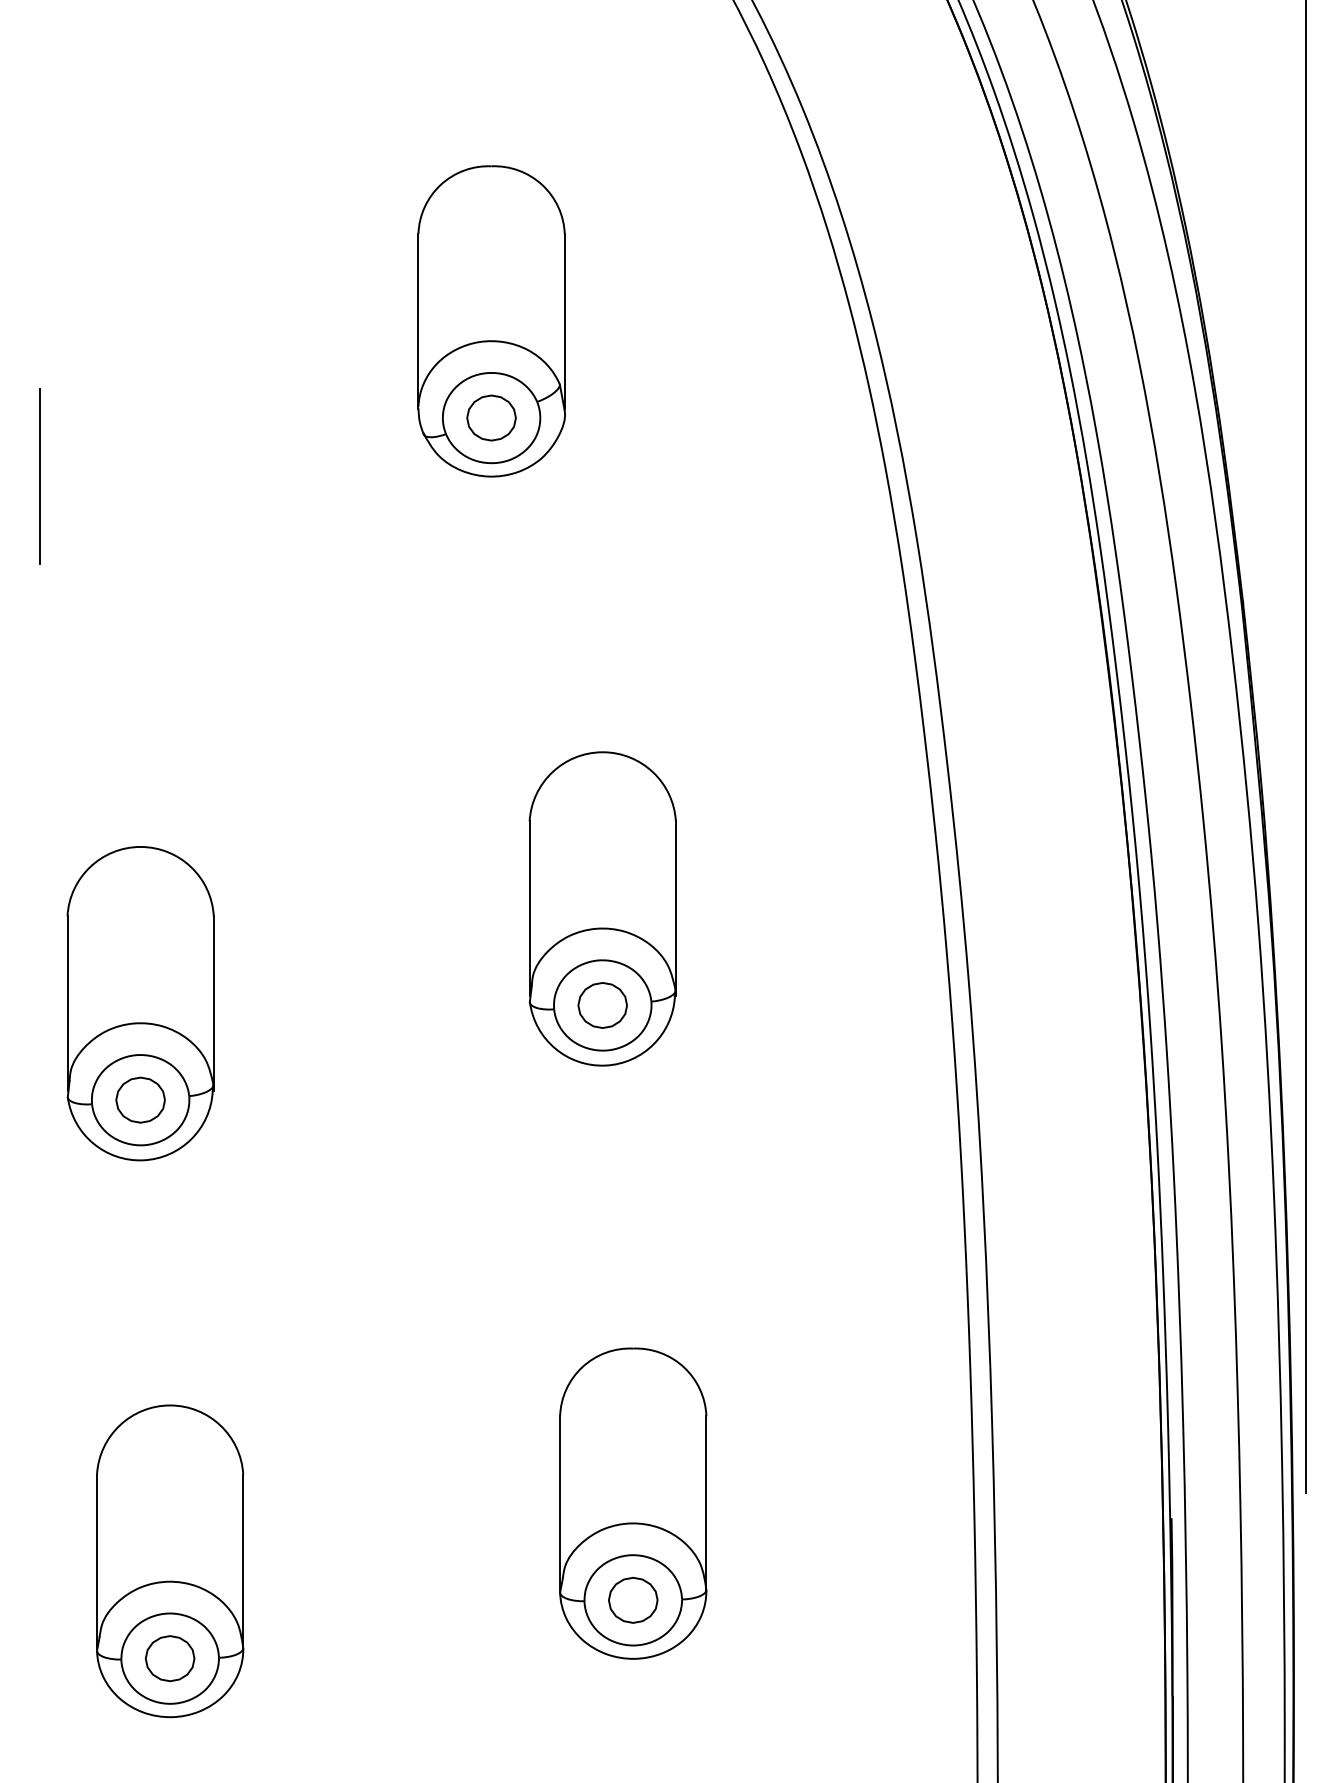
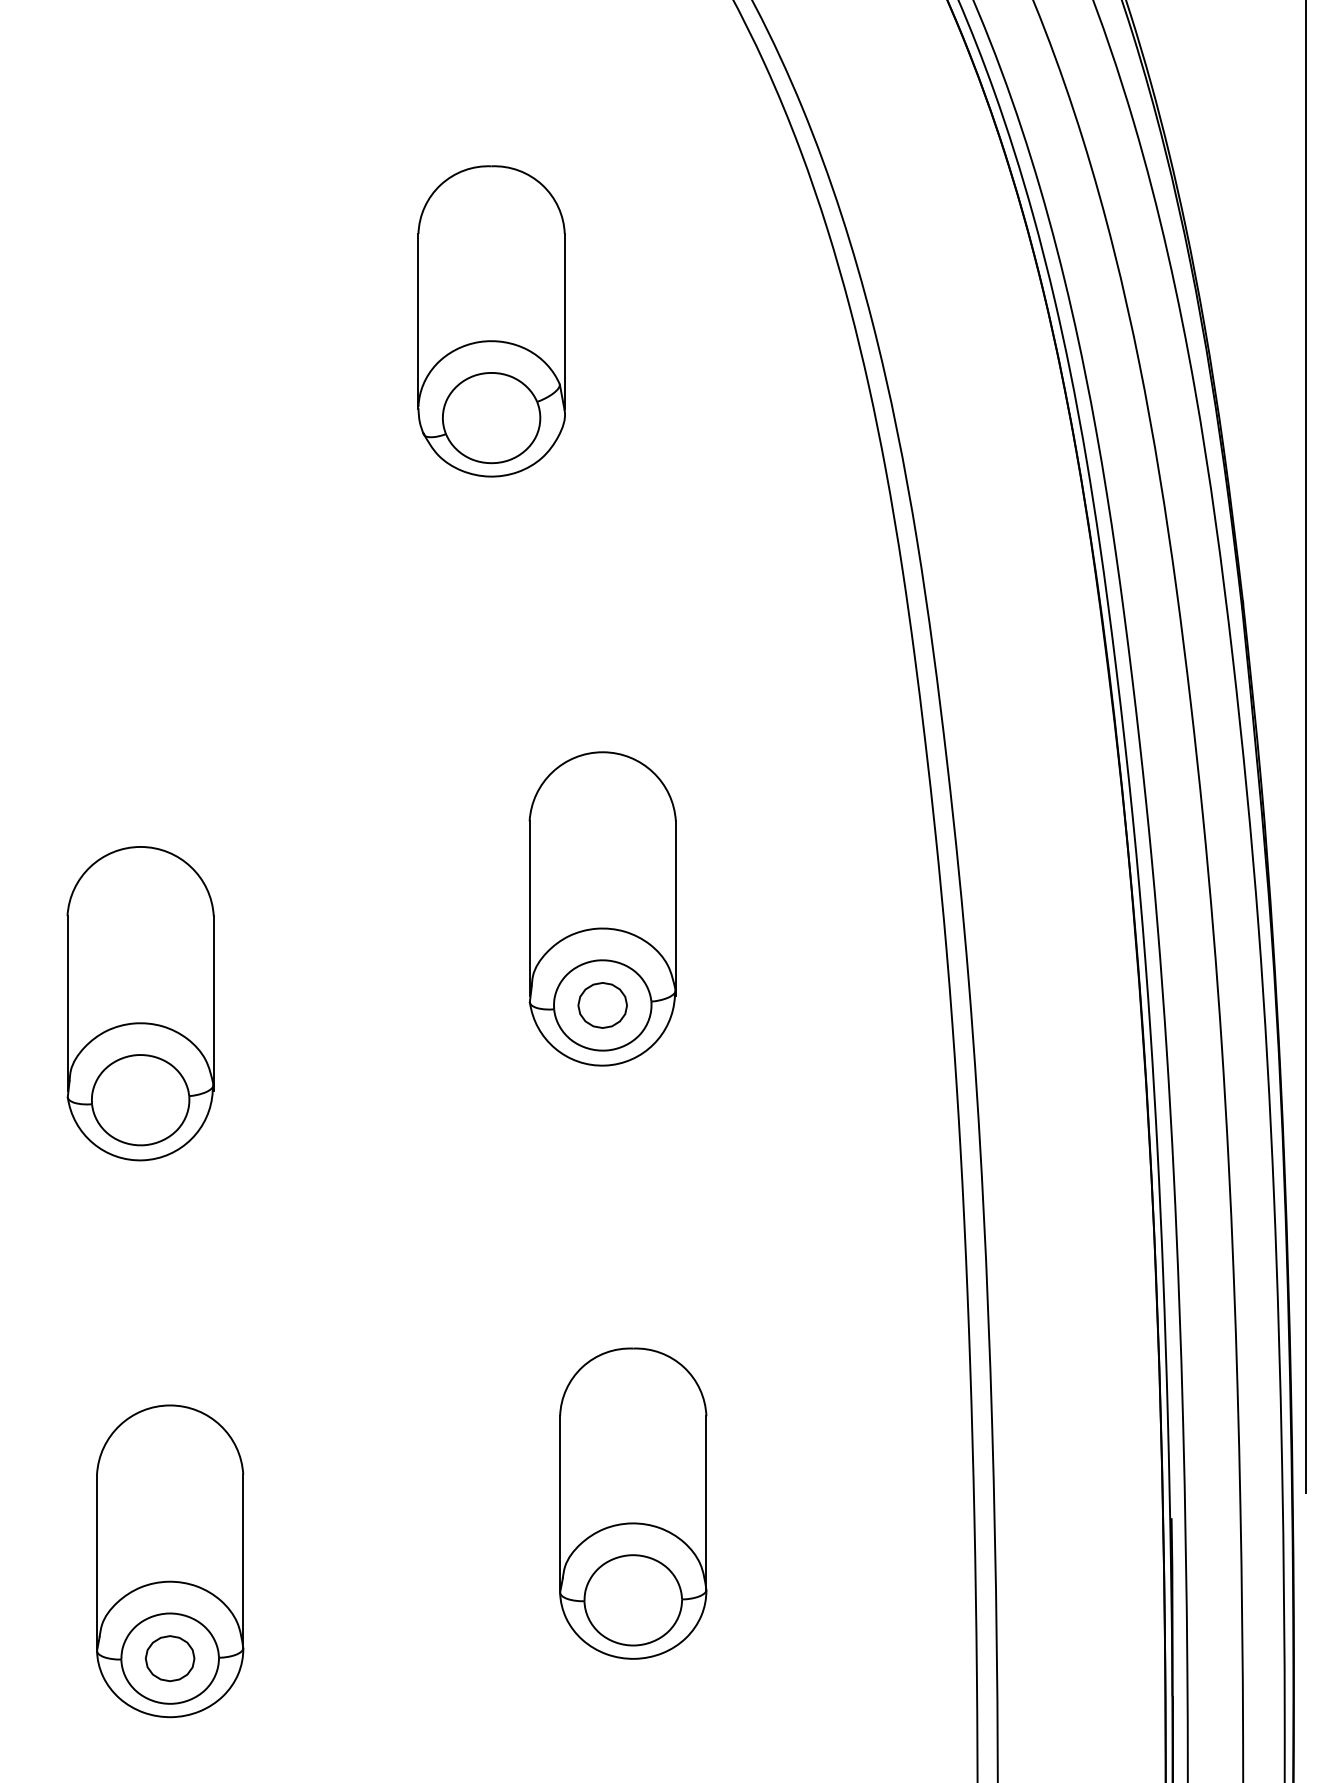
part at (491, 417): present -> none
line at (39, 476): present -> none
part at (140, 1099): present -> none
part at (633, 1599): present -> none
